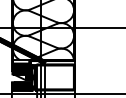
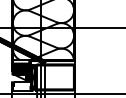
fill at (21, 86): present -> none
